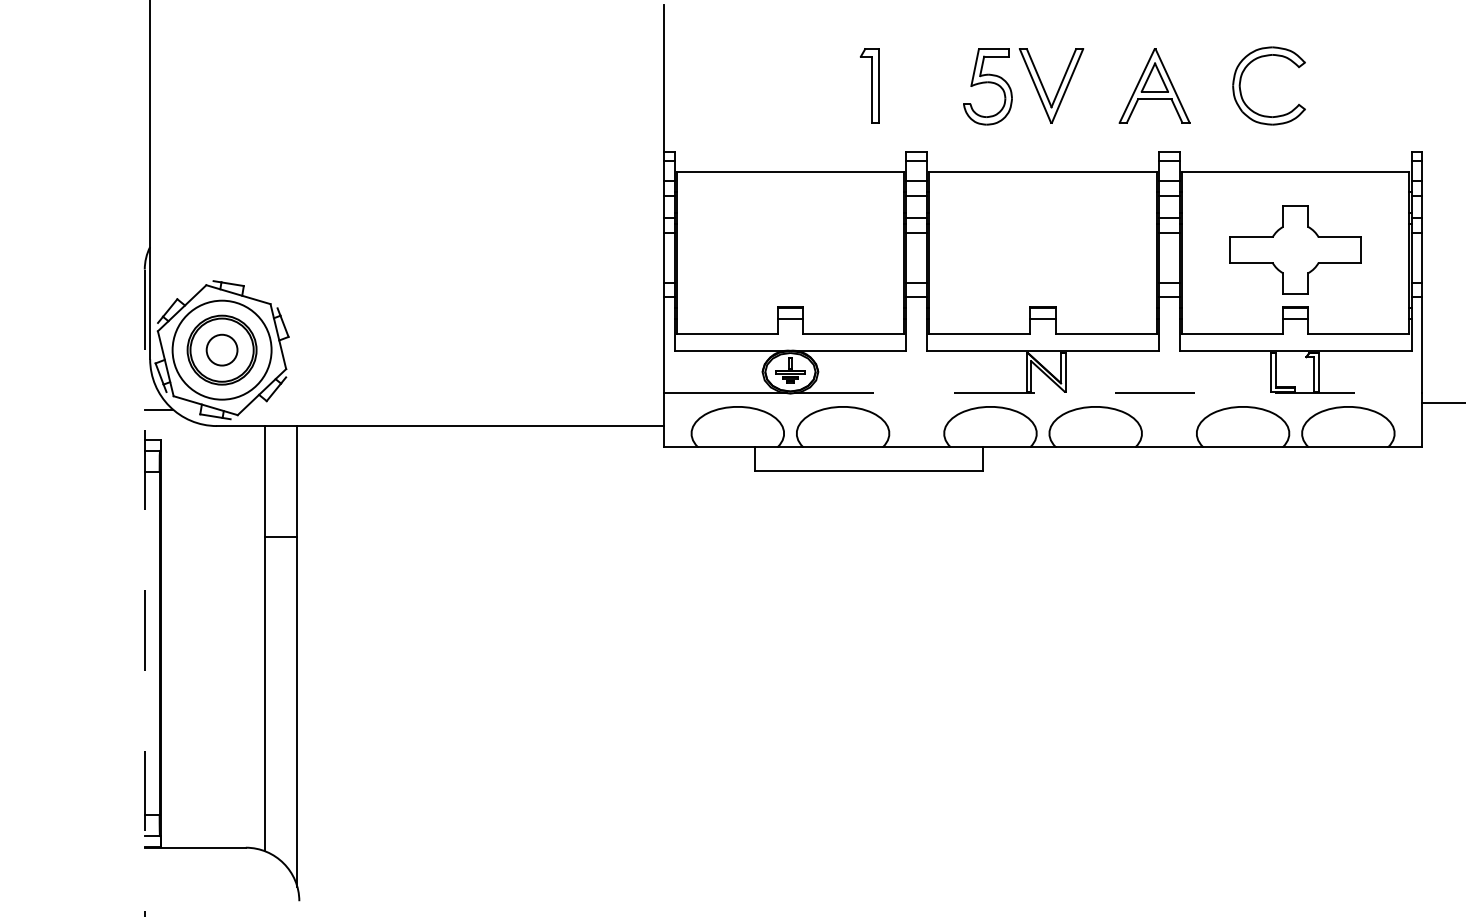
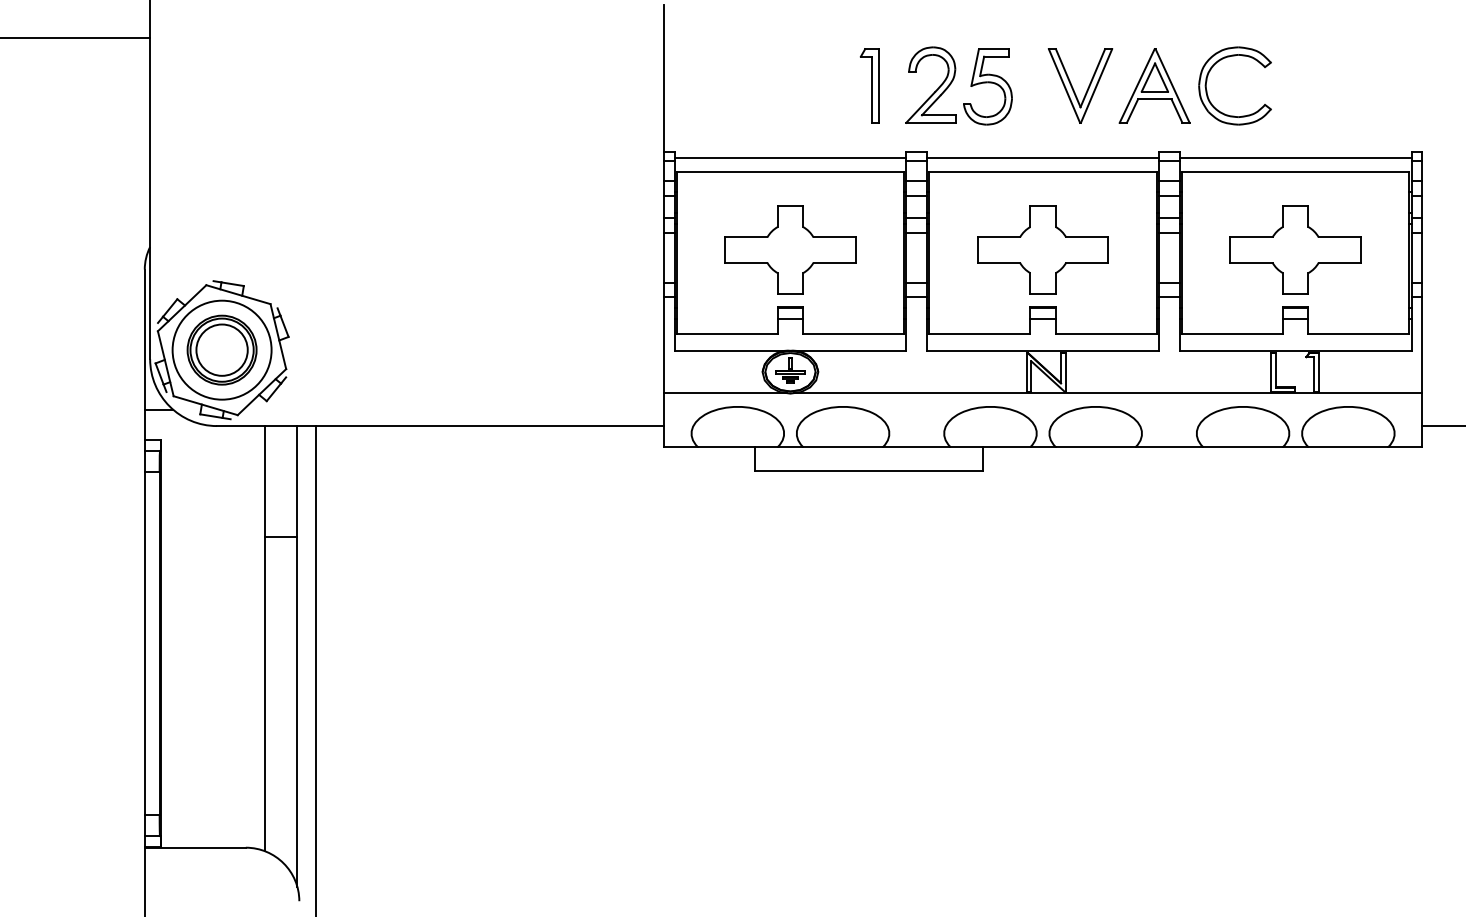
line at (76, 37): none -> present
part at (1241, 81) position: (1241, 81) -> (1207, 81)
part at (1044, 87) position: (1044, 87) -> (1073, 87)
part at (936, 89): none -> present
line at (790, 157): none -> present
line at (1042, 157): none -> present
line at (1295, 157): none -> present
part at (790, 249): none -> present
part at (1042, 249): none -> present
circle at (221, 349) diameter: 31 px -> 51 px
line at (1108, 393): dashed -> solid
line at (1442, 403) position: (1442, 403) -> (1442, 426)
line at (144, 593): dashed -> solid
line at (315, 669): none -> present
